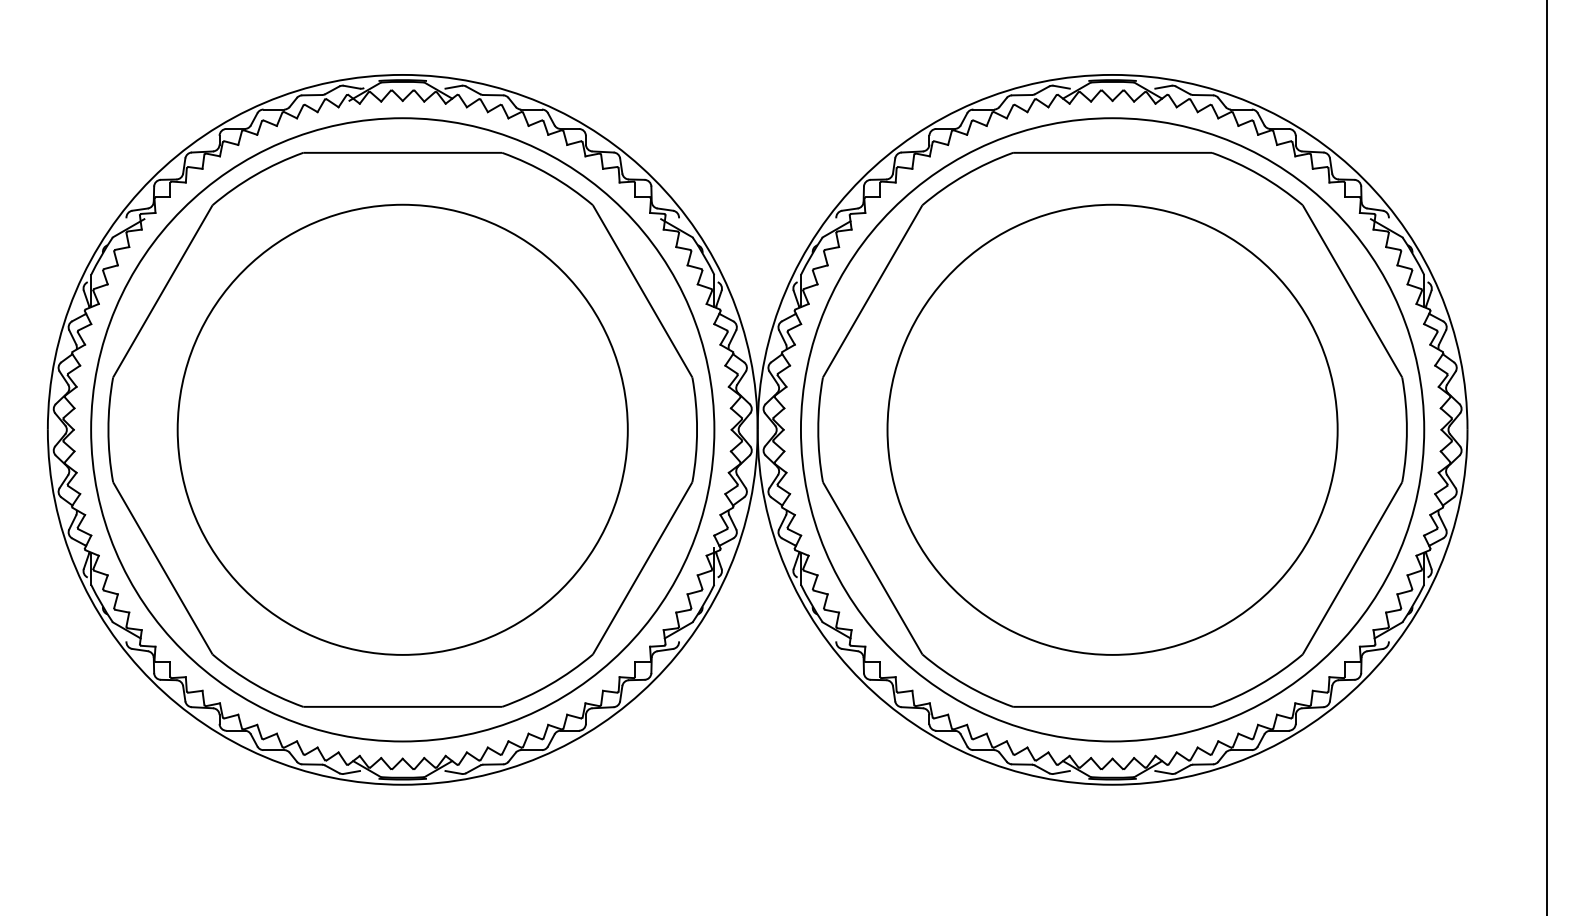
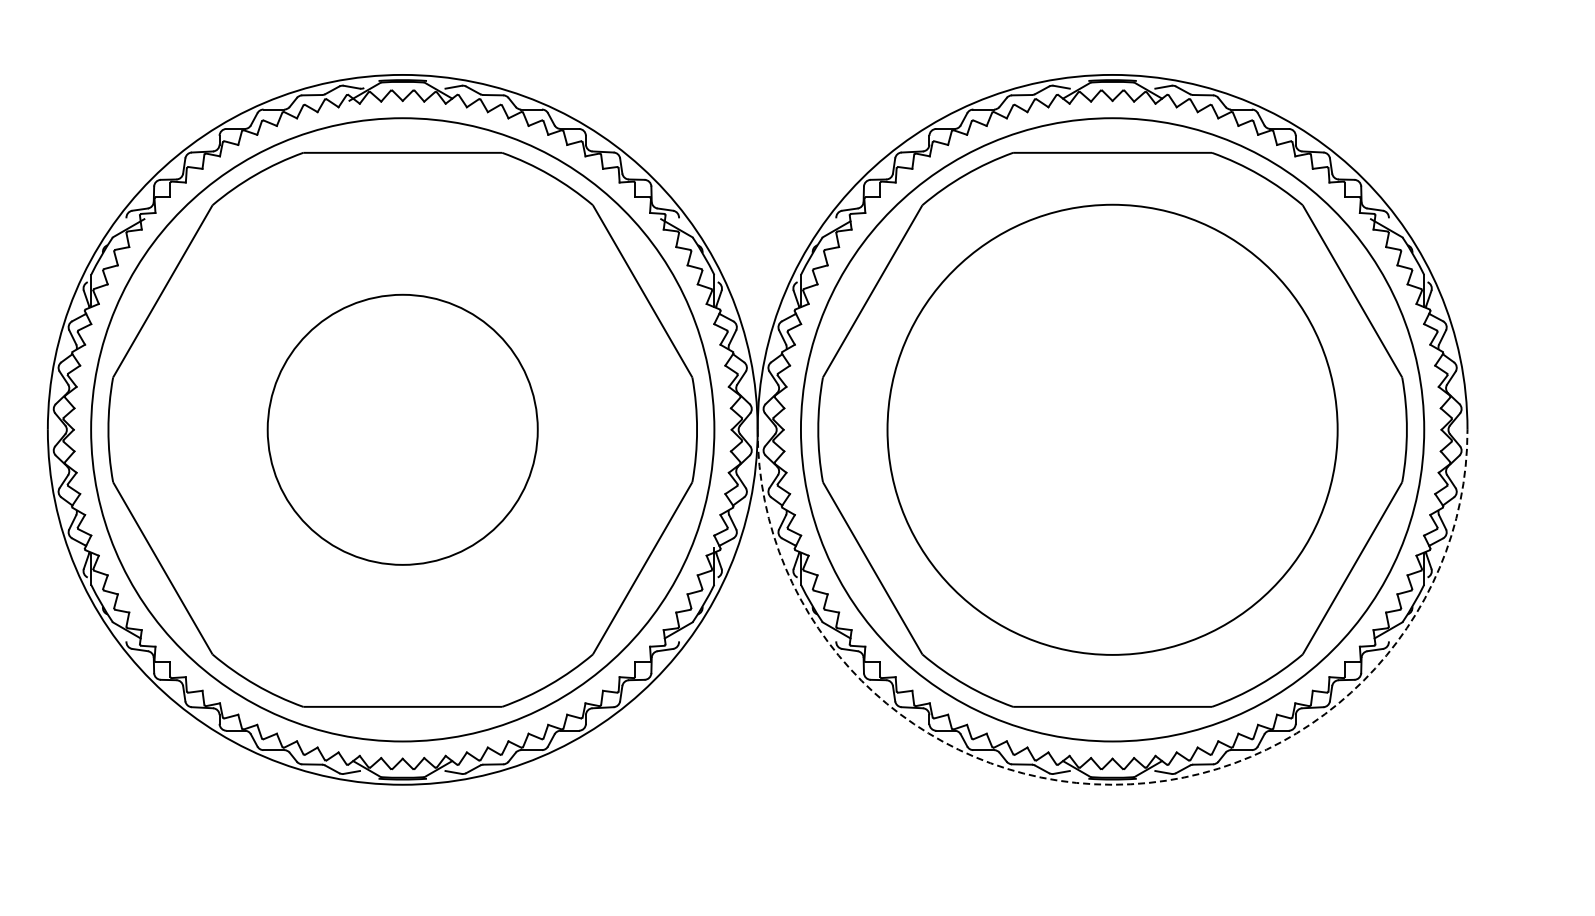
circle at (402, 429) diameter: 450 px -> 270 px
line at (1547, 457): present -> none
arc at (1112, 784): solid -> dashed
